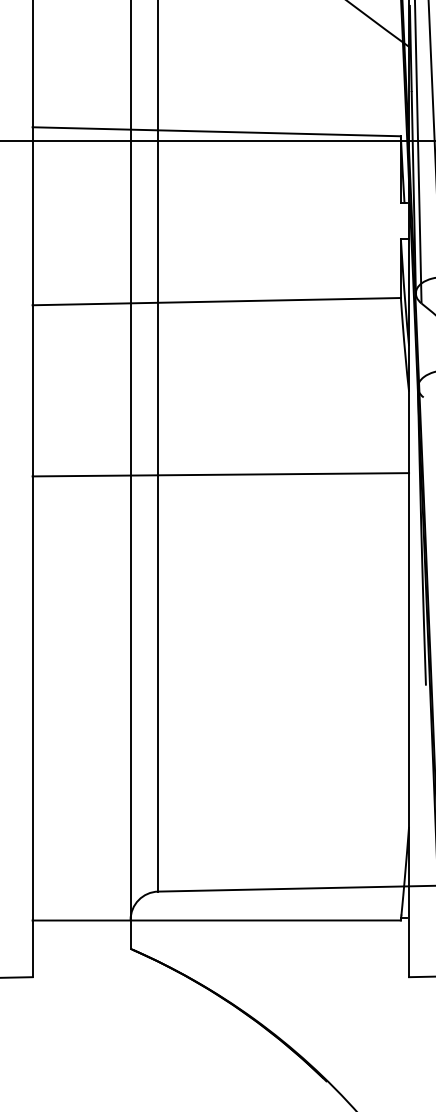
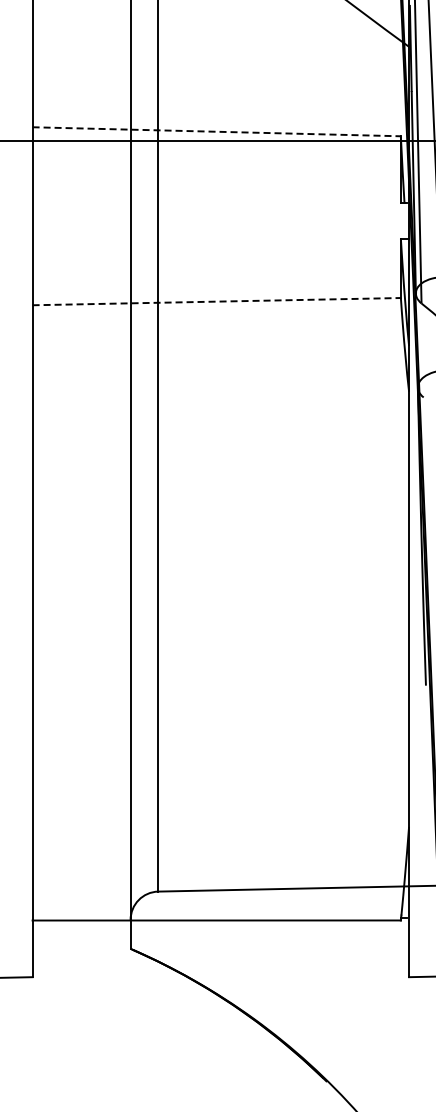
line at (217, 131): solid -> dashed
line at (217, 301): solid -> dashed
line at (220, 474): present -> none
